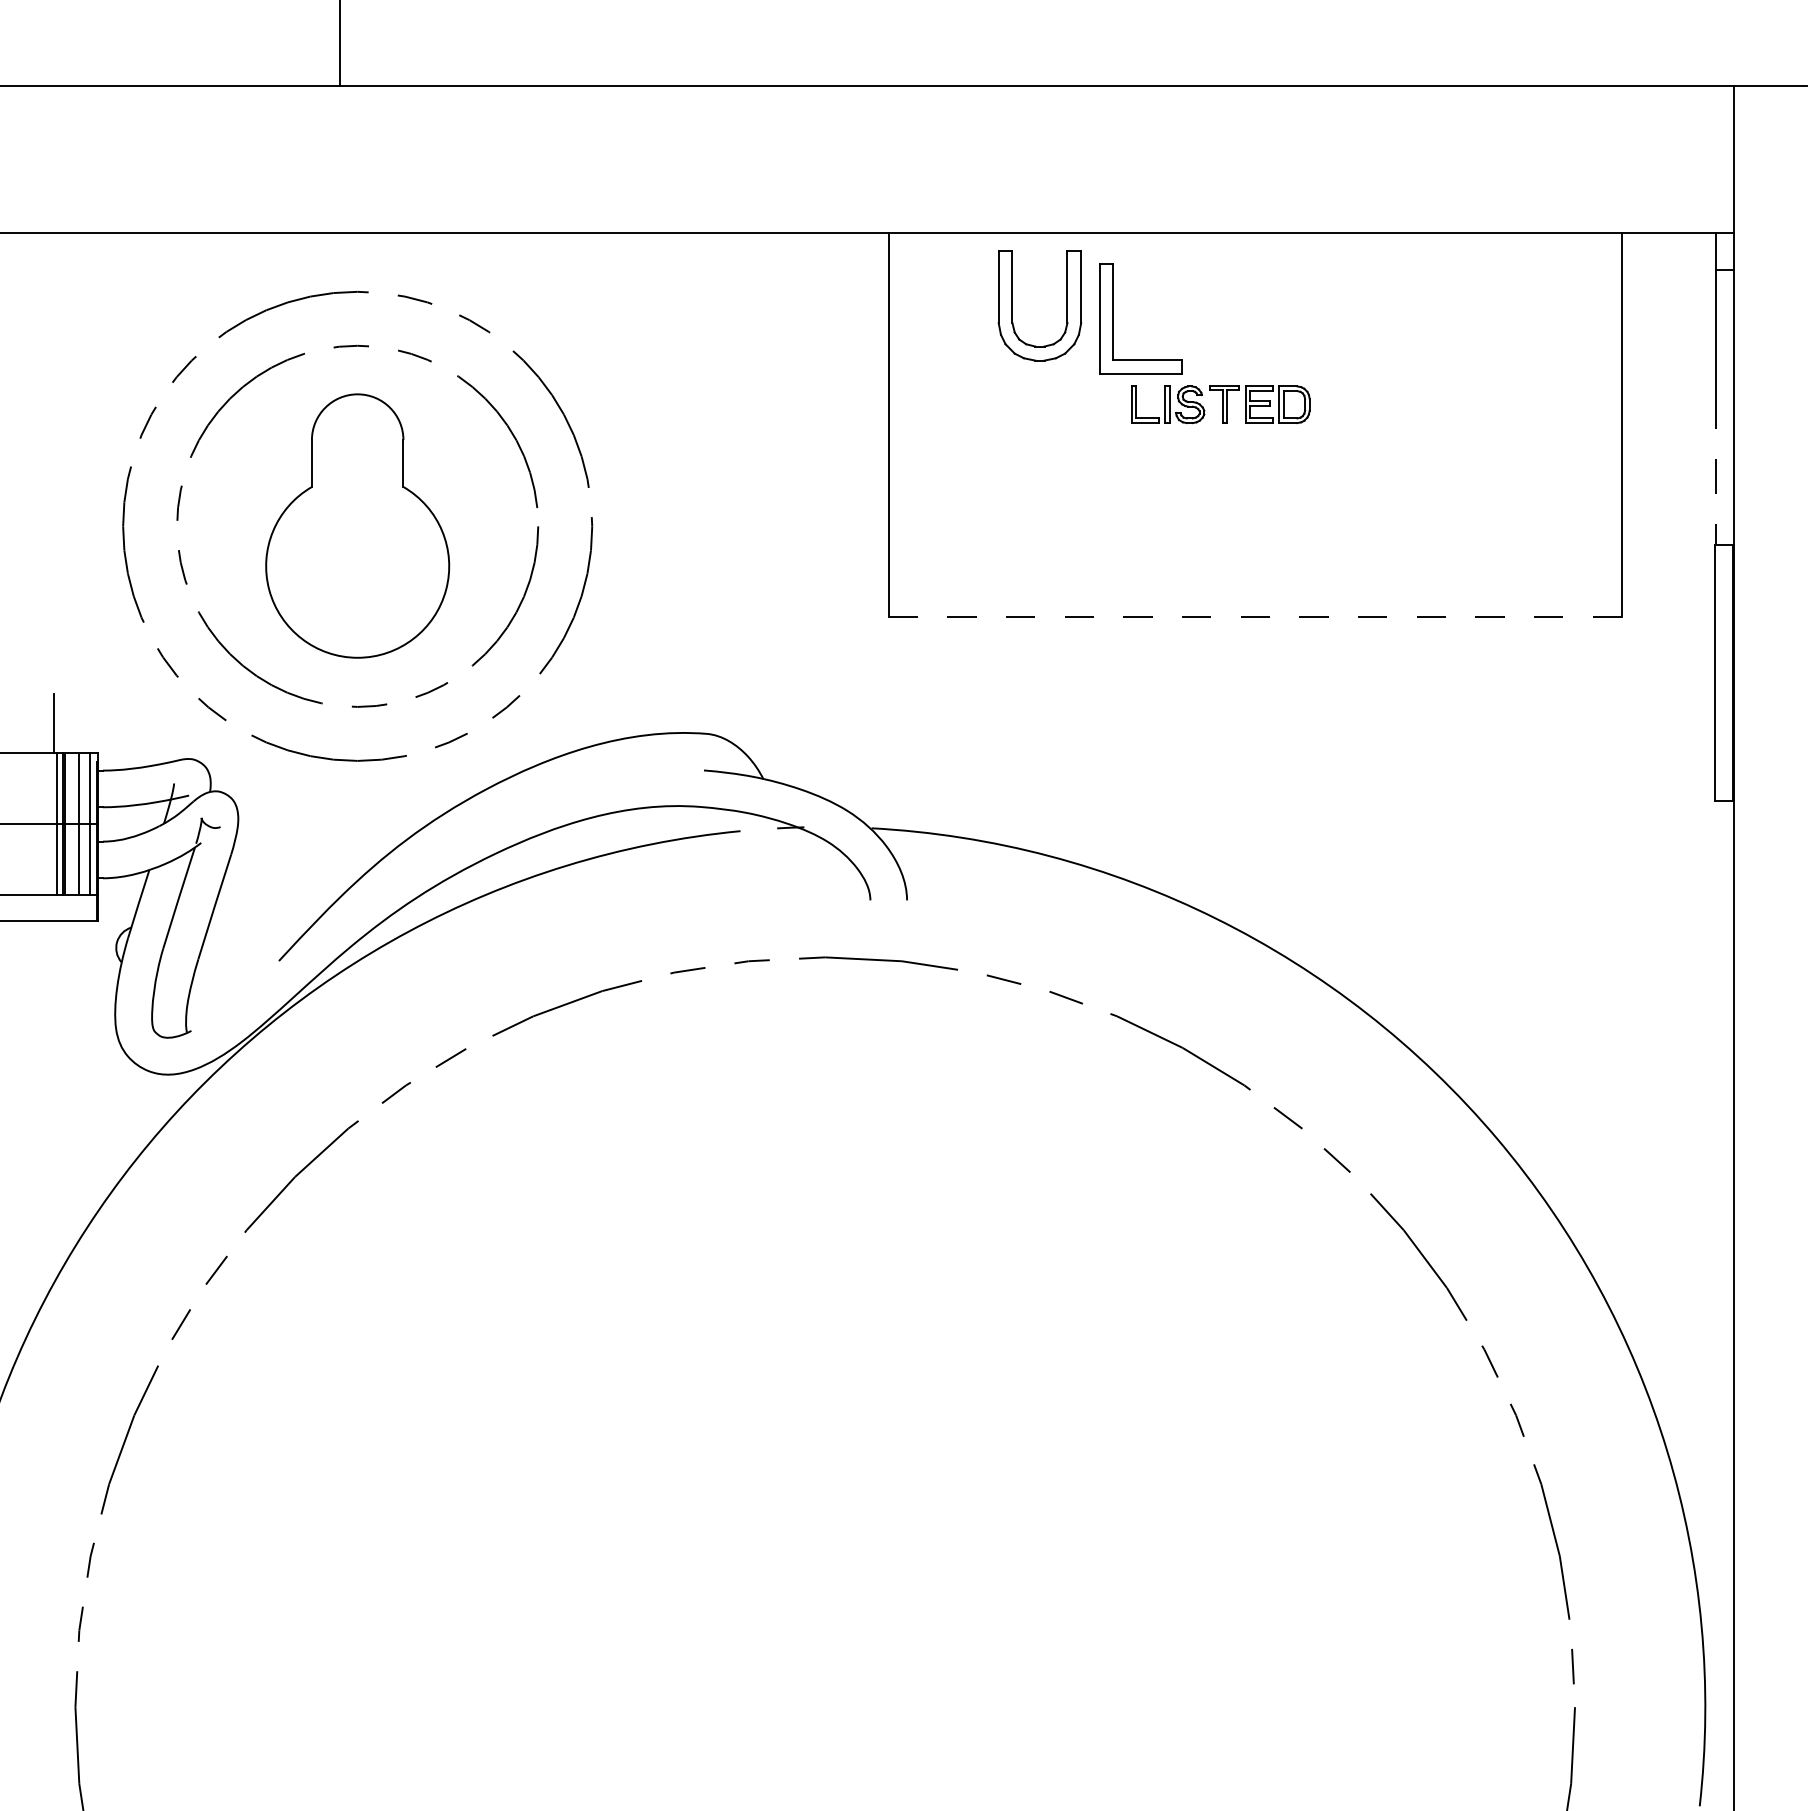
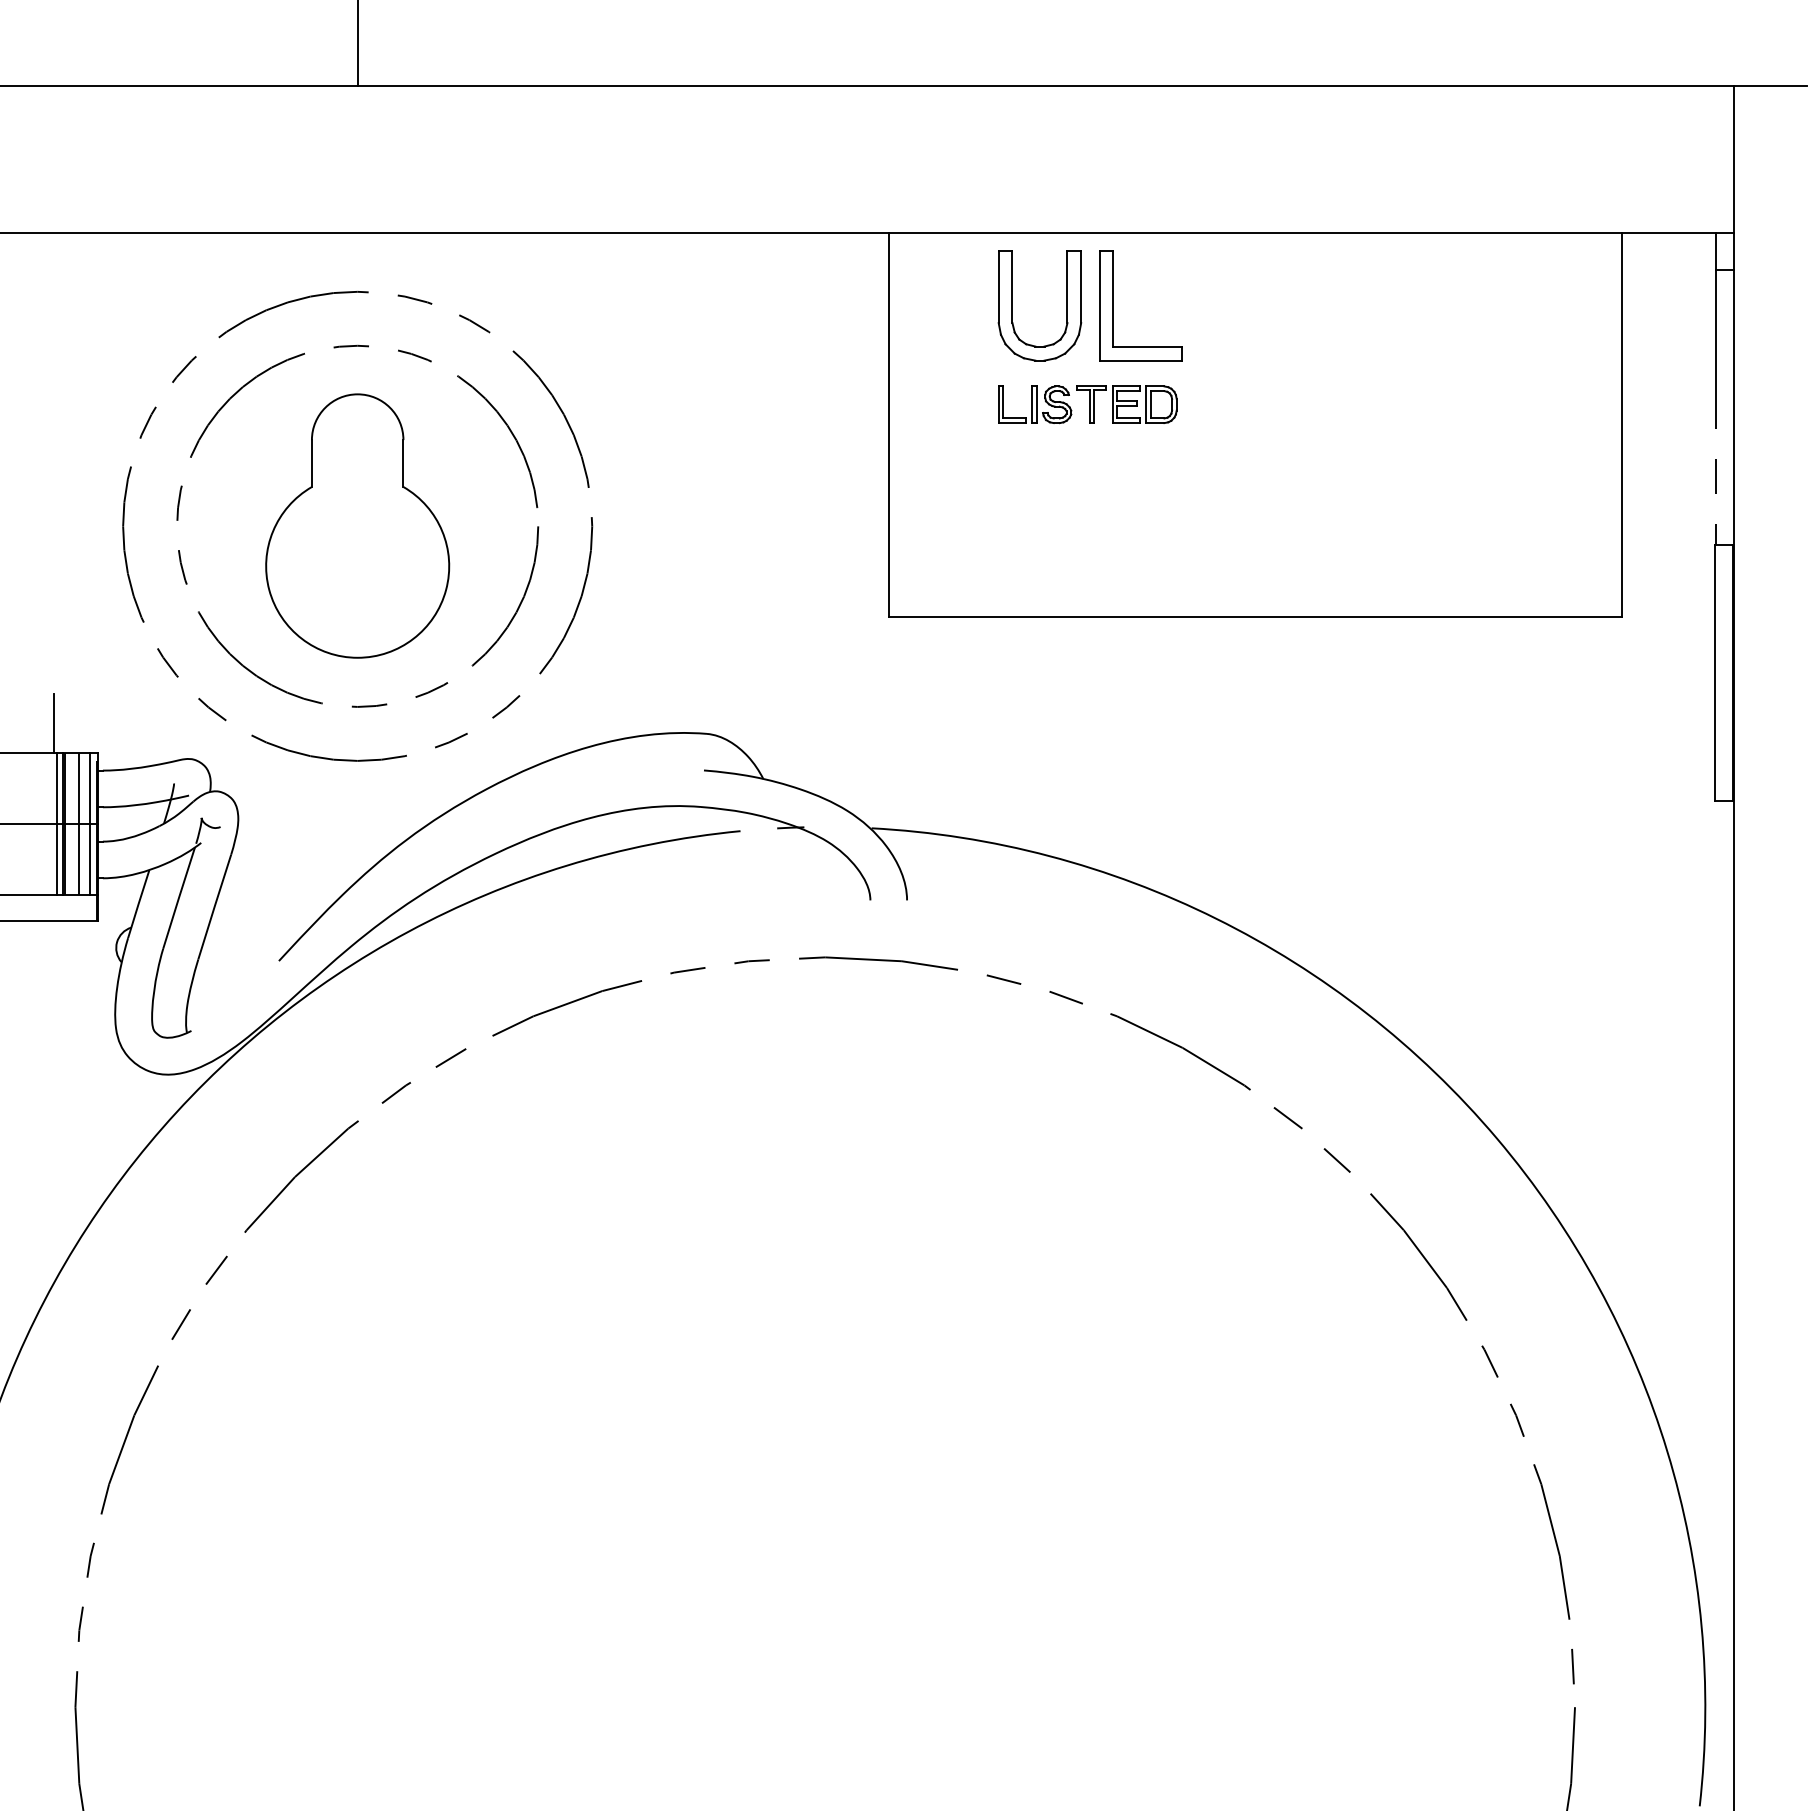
line at (339, 44) position: (339, 44) -> (357, 44)
part at (1113, 318) position: (1113, 318) -> (1113, 305)
part at (1220, 404) position: (1220, 404) -> (1087, 404)
line at (1255, 617): dashed -> solid
